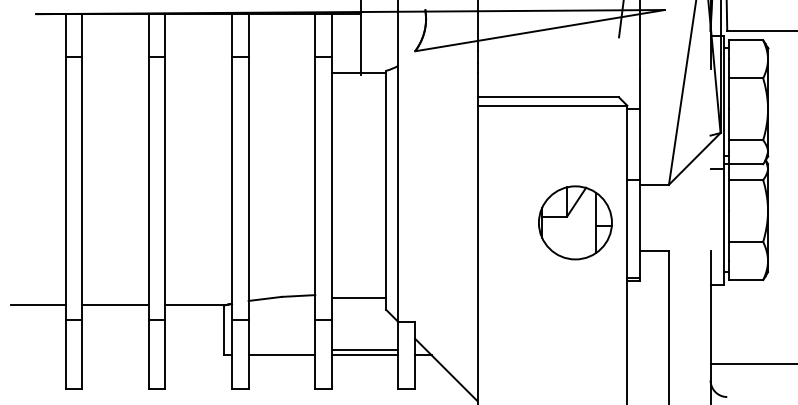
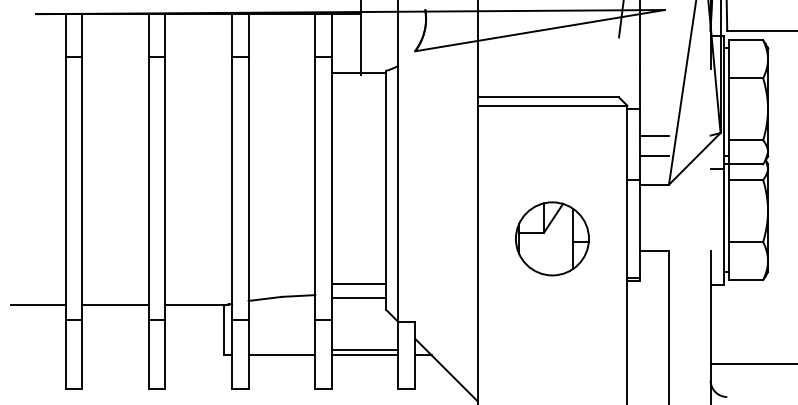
line at (653, 135): none -> present
line at (653, 155): none -> present
part at (575, 222) position: (575, 222) -> (552, 238)
line at (358, 284): none -> present
